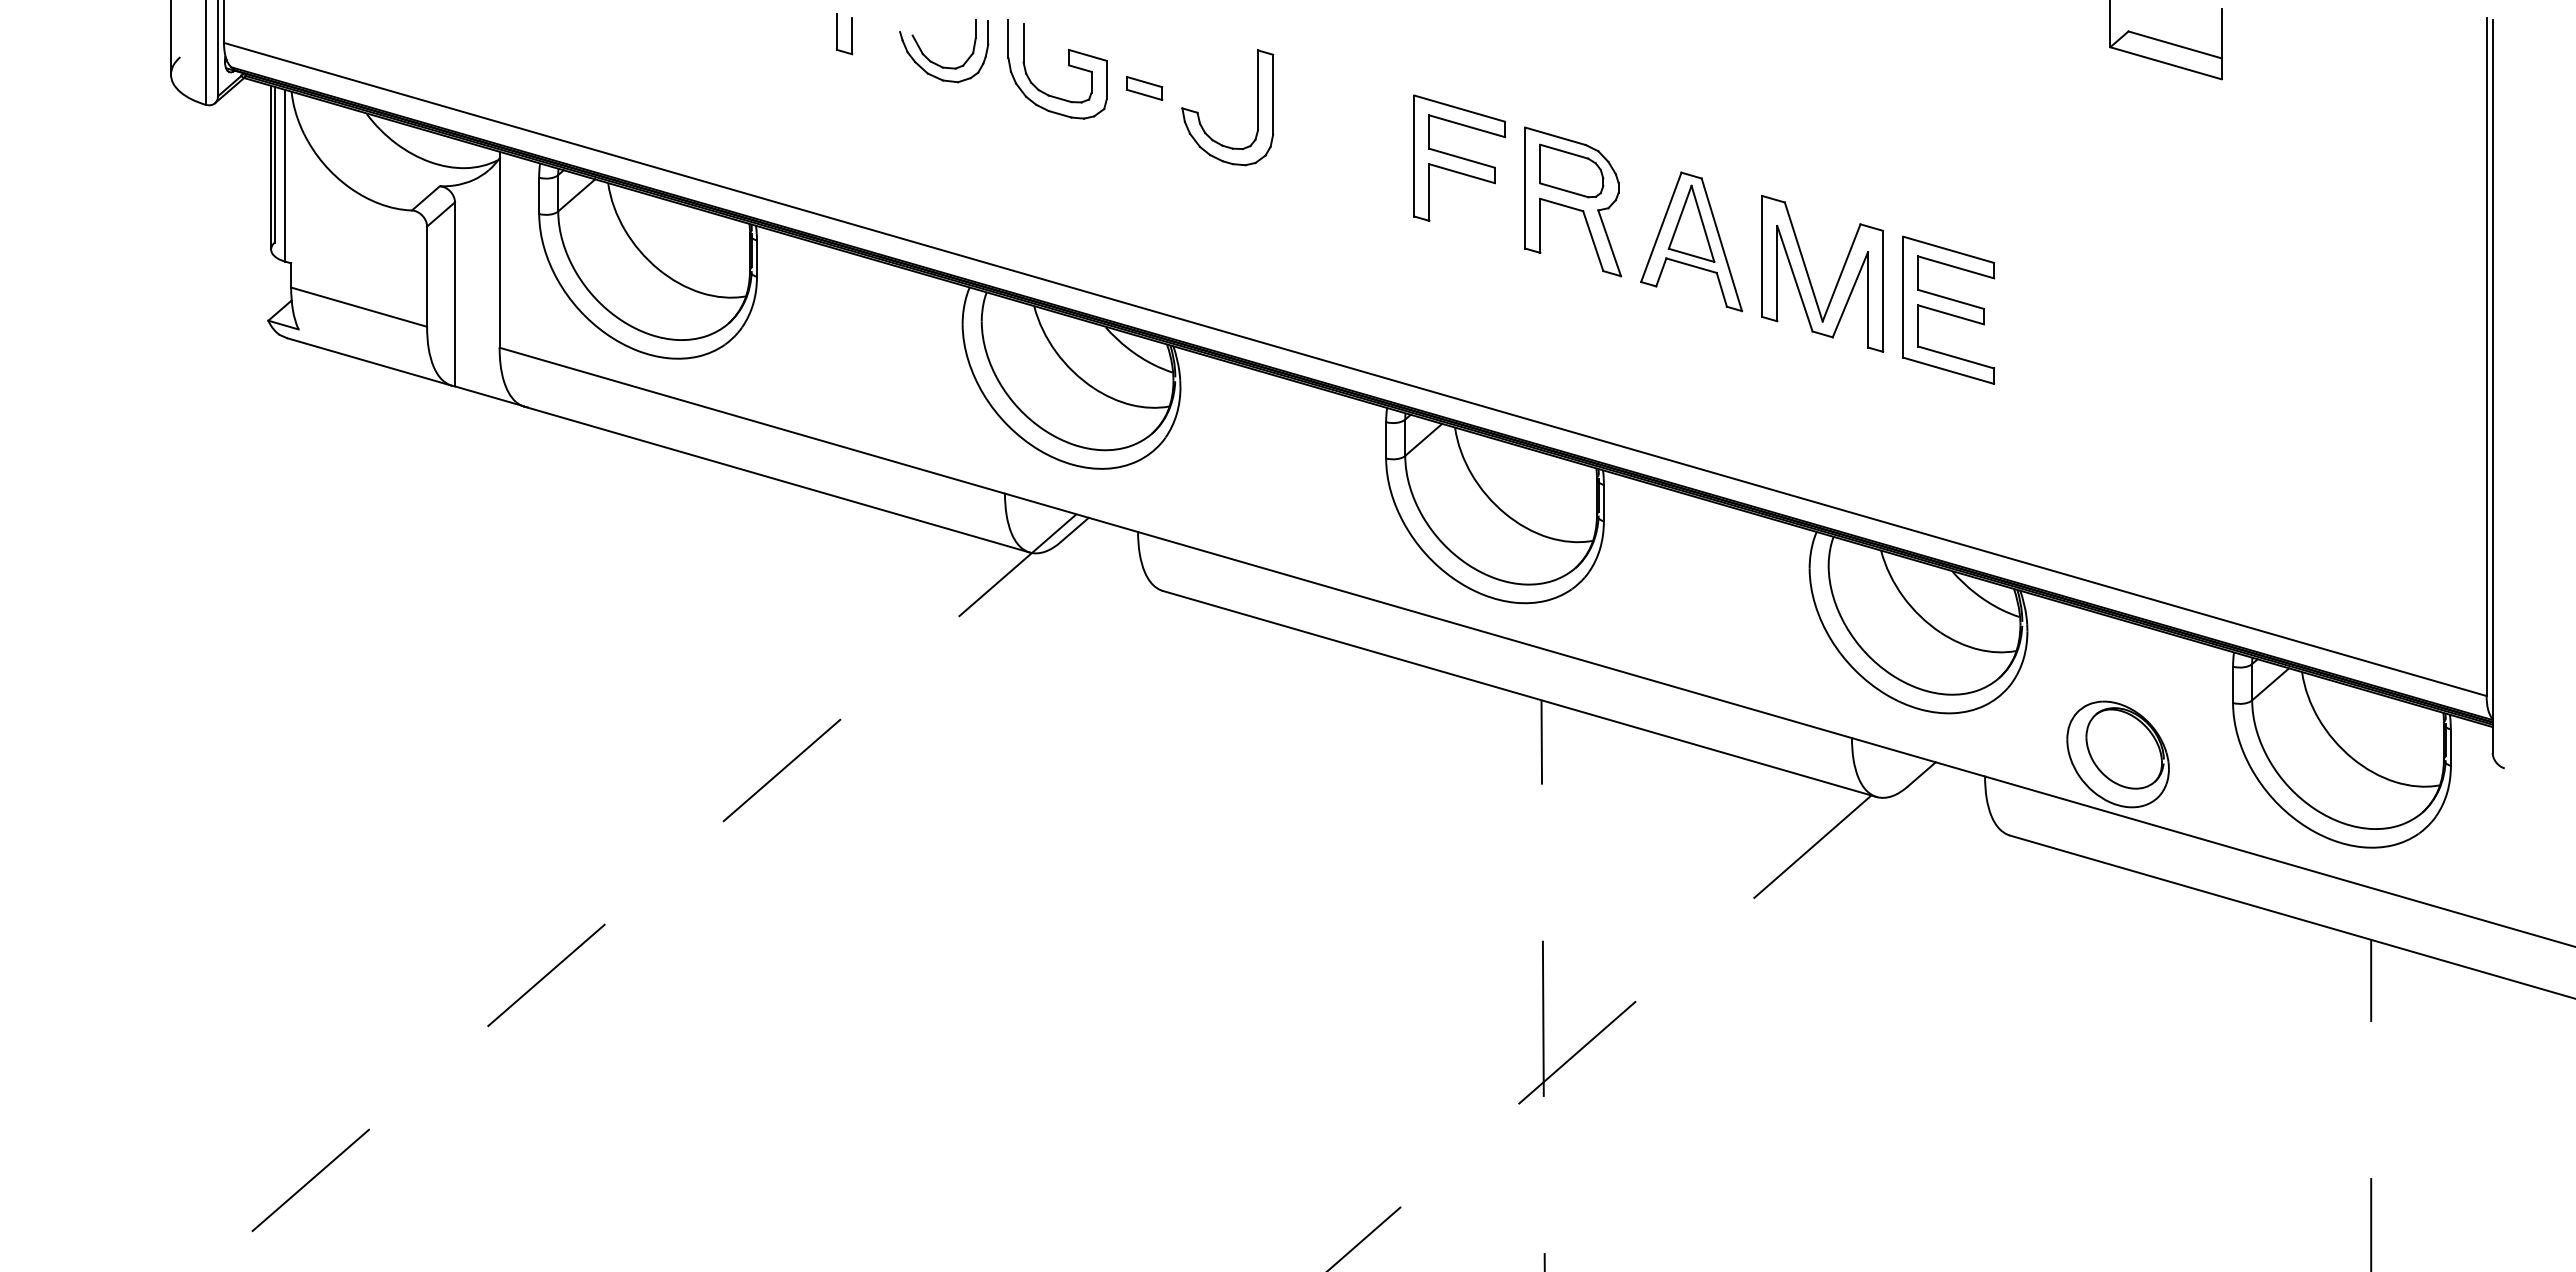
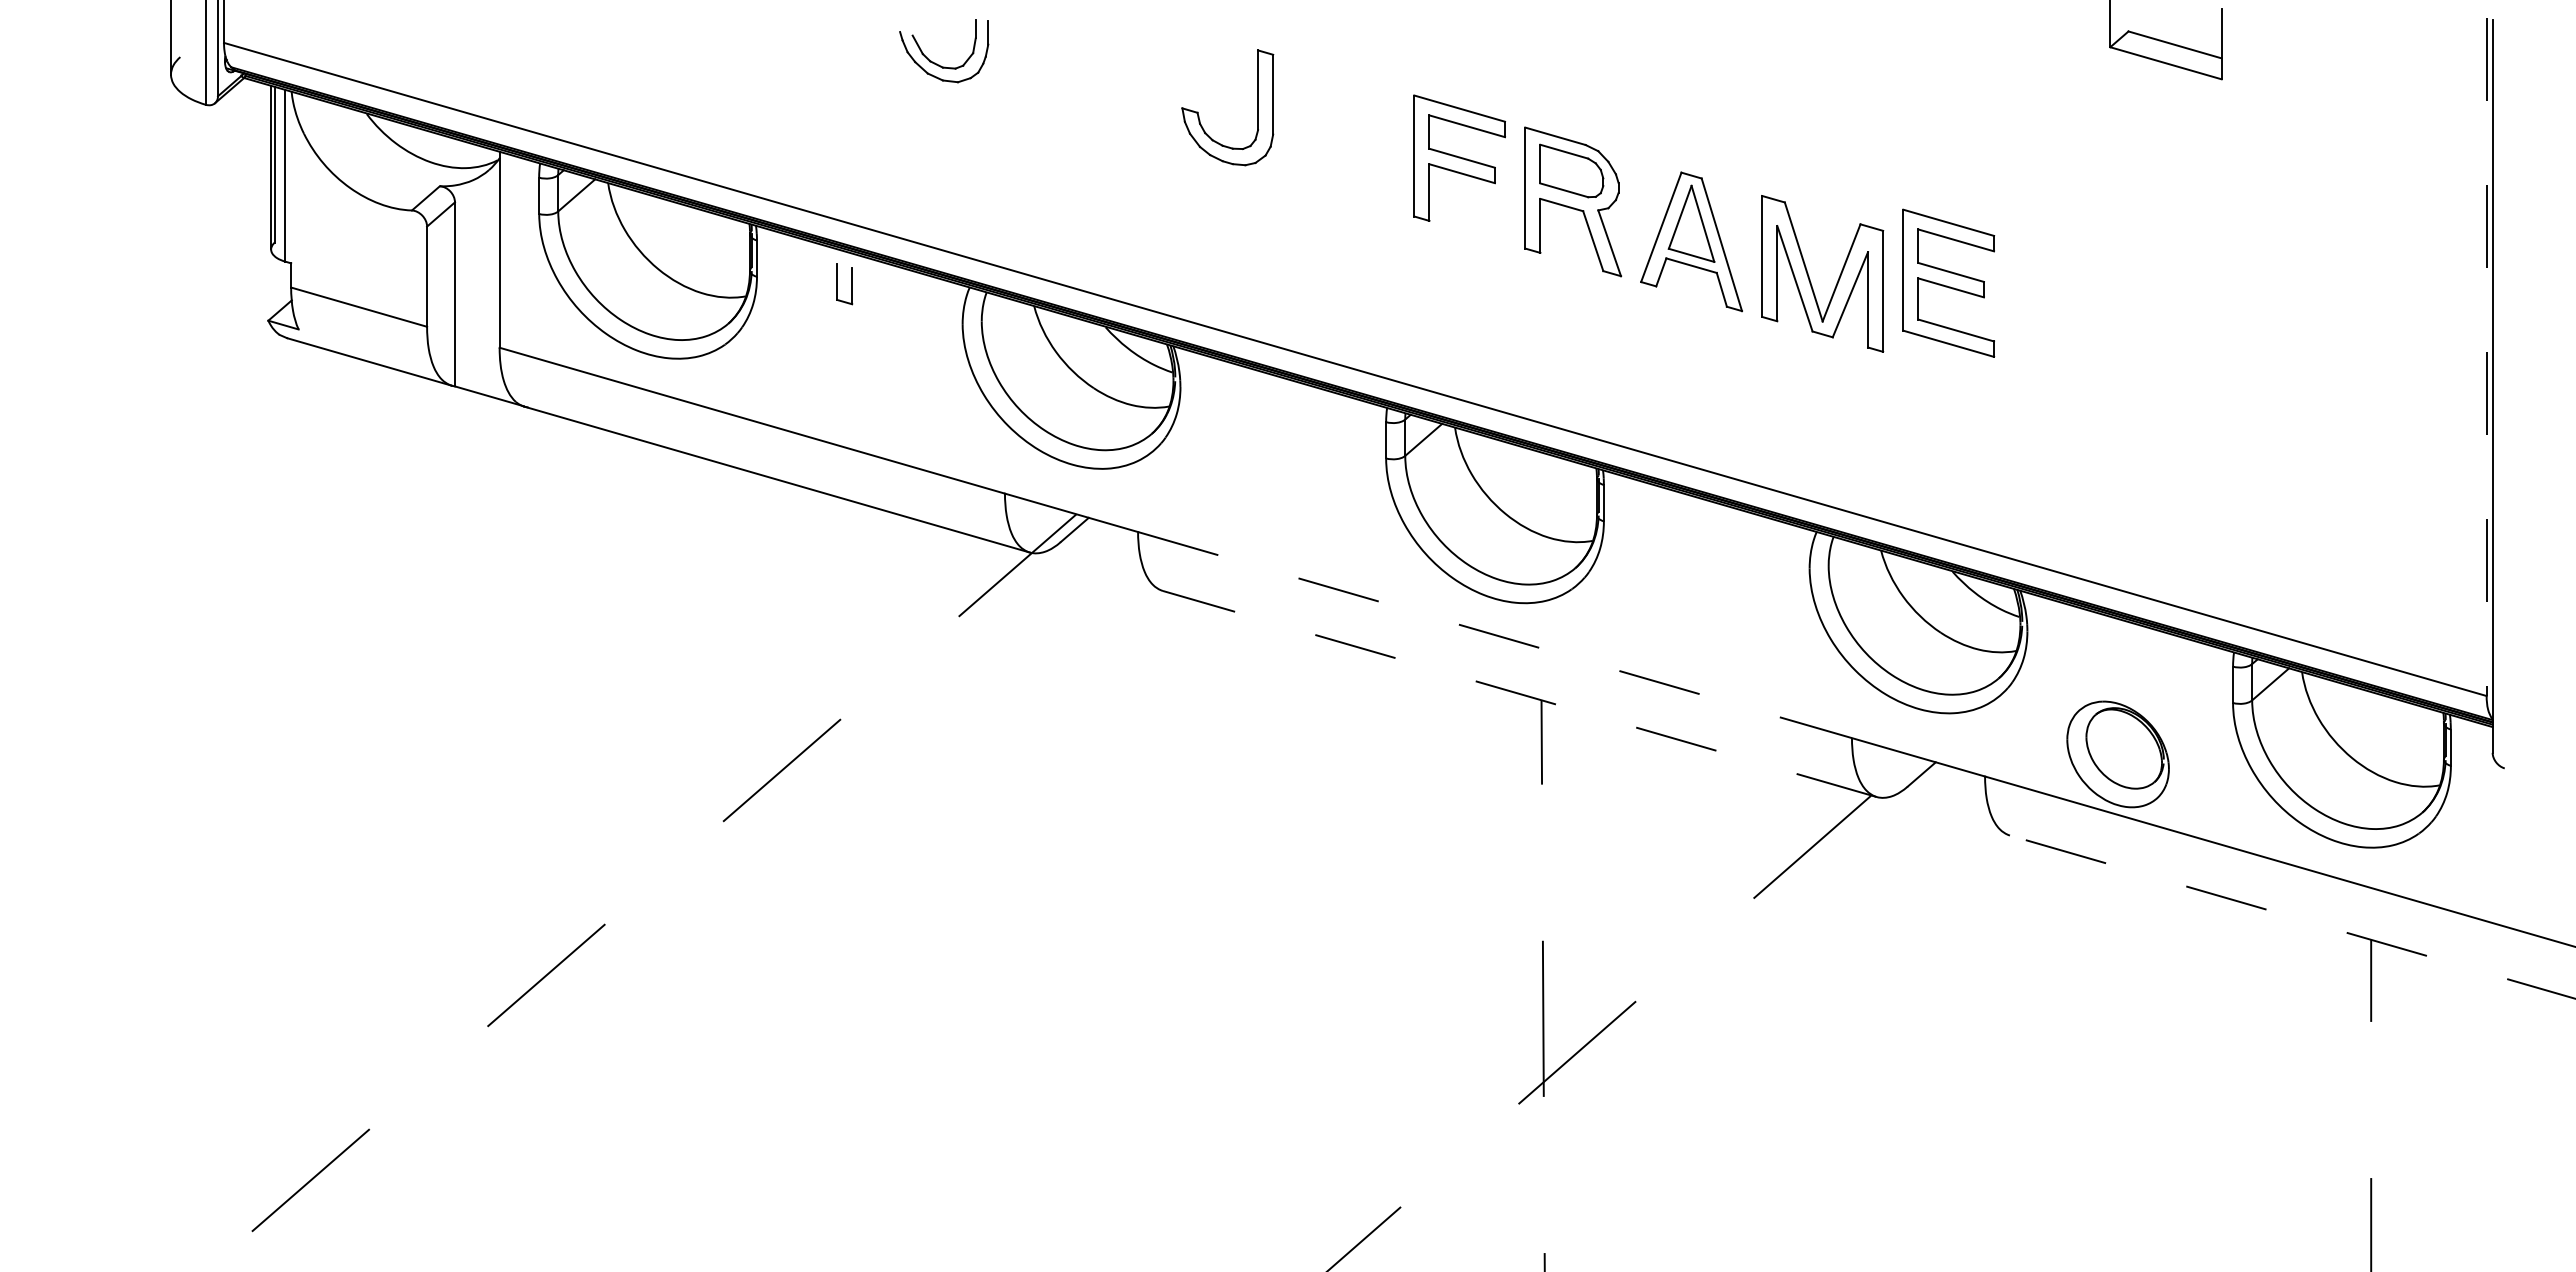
part at (837, 34) position: (837, 34) -> (837, 284)
part at (1068, 66): present -> none
part at (1144, 88): present -> none
part at (1948, 309) position: (1948, 309) -> (1948, 282)
line at (2486, 357): solid -> dashed
line at (1495, 635): solid -> dashed
line at (1519, 694): solid -> dashed
line at (2292, 917): solid -> dashed
